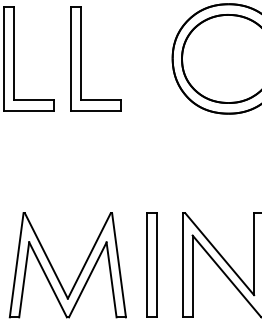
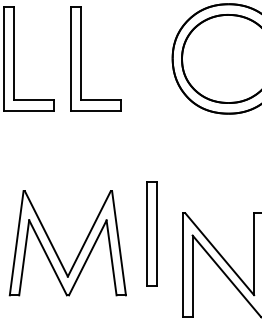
part at (151, 264) position: (151, 264) -> (151, 233)
part at (55, 271) position: (55, 271) -> (55, 249)
